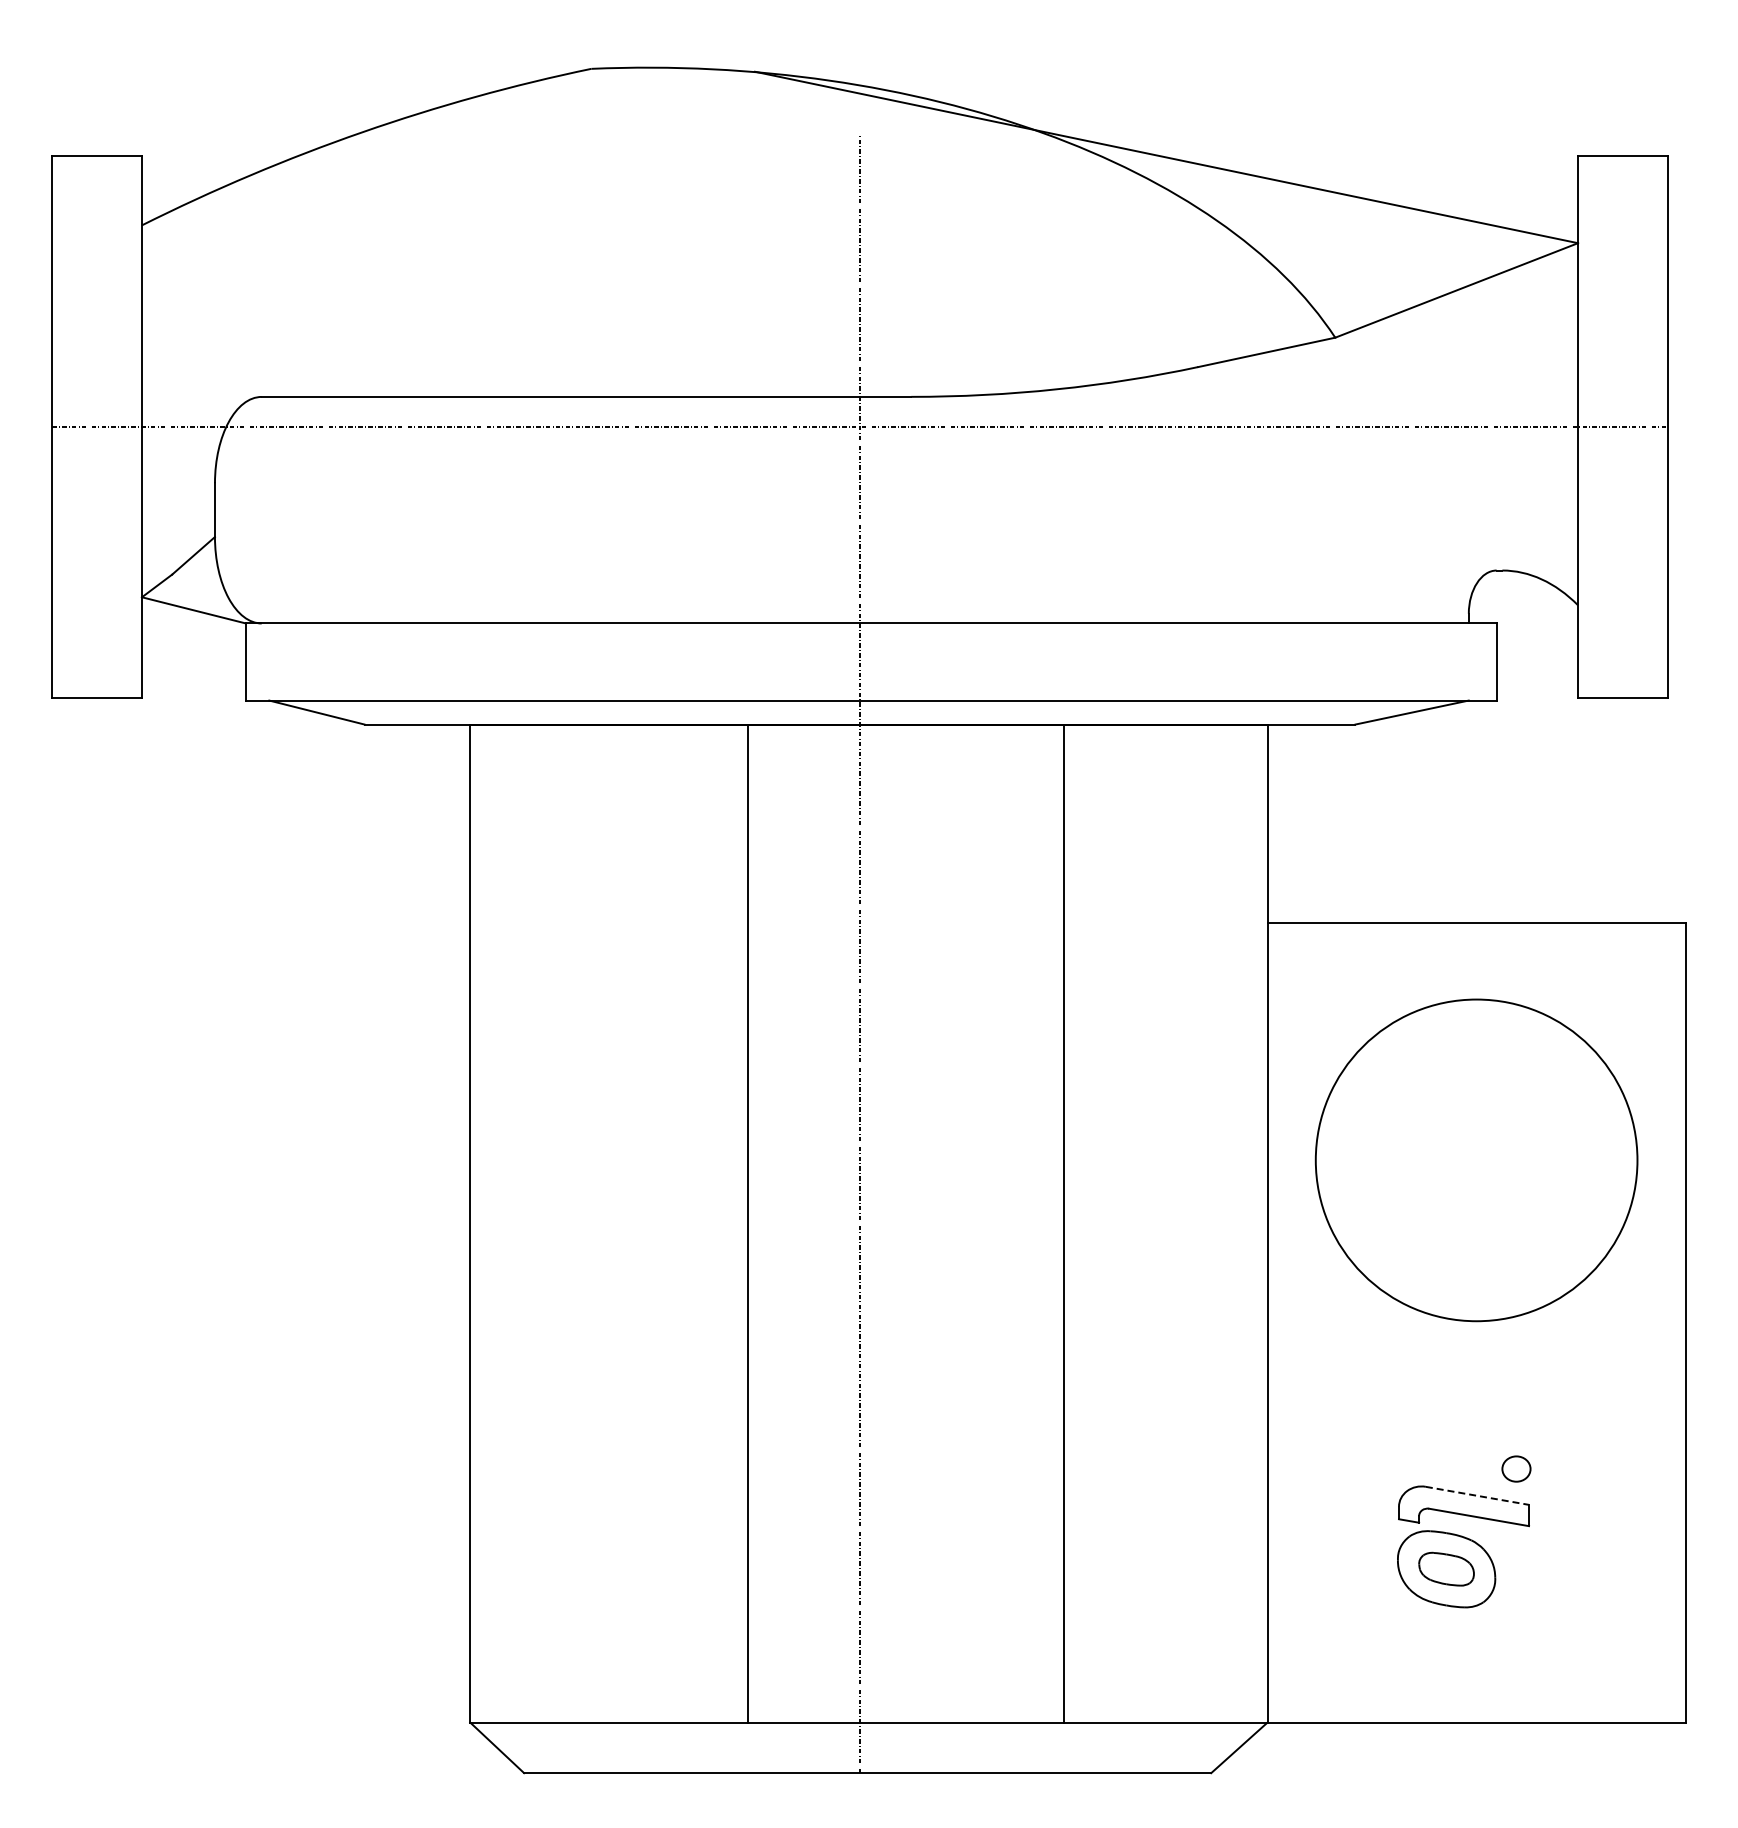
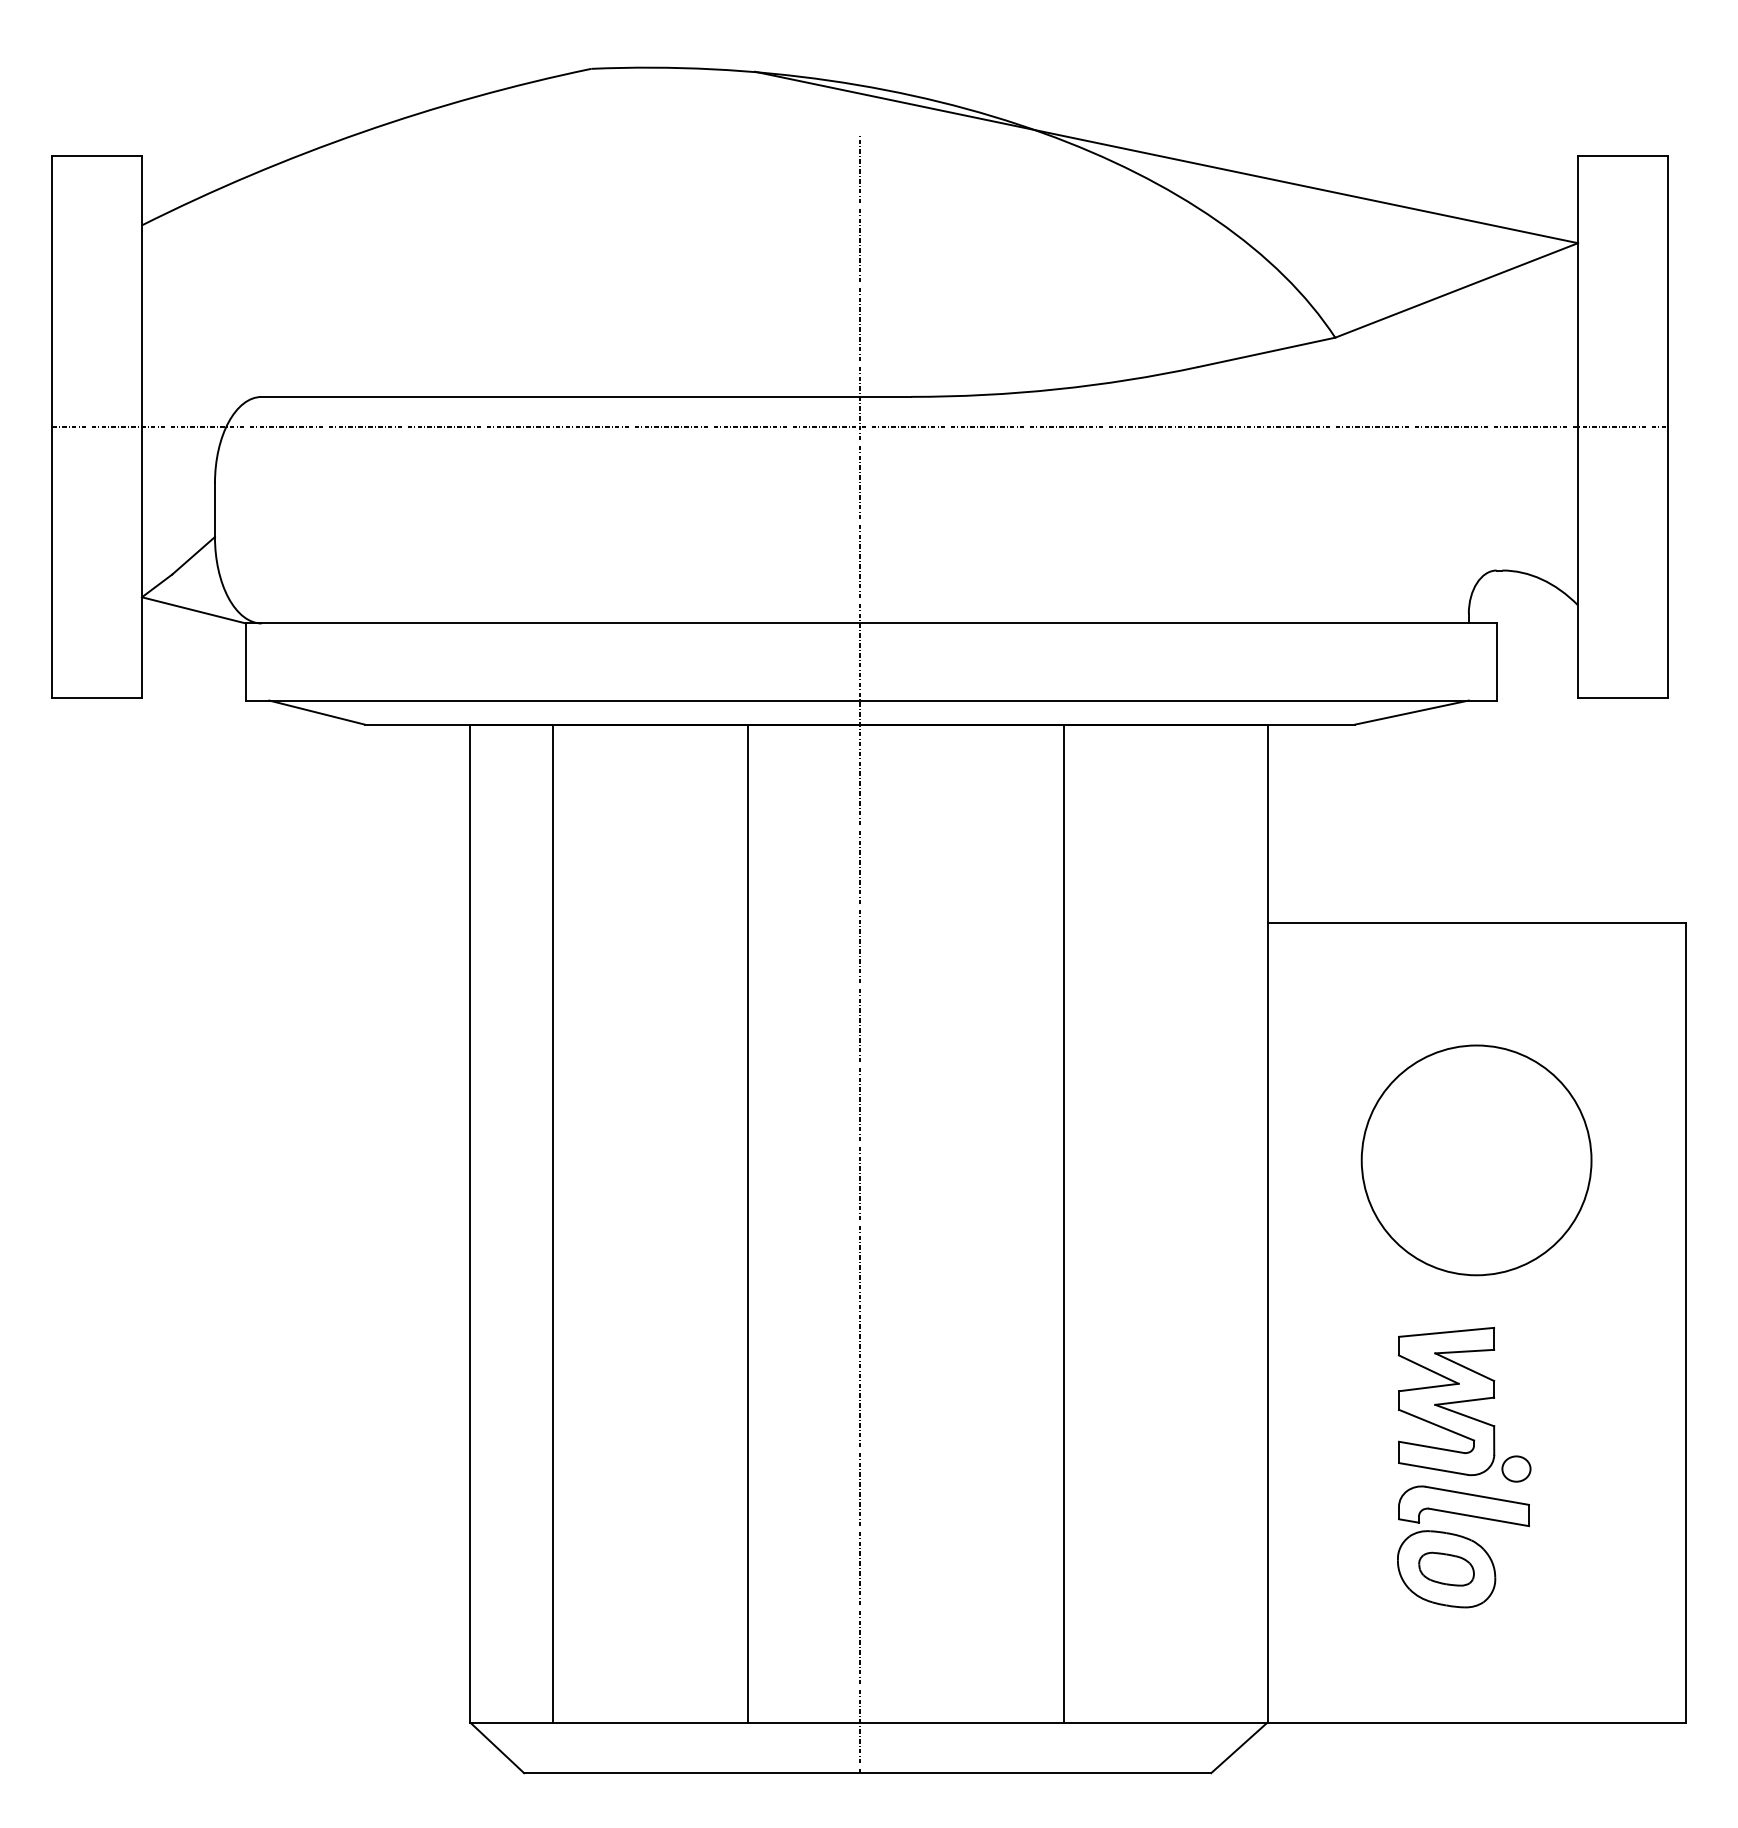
circle at (1476, 1160) diameter: 322 px -> 230 px
line at (553, 1223): none -> present
part at (1446, 1401): none -> present
line at (1477, 1495): dashed -> solid
